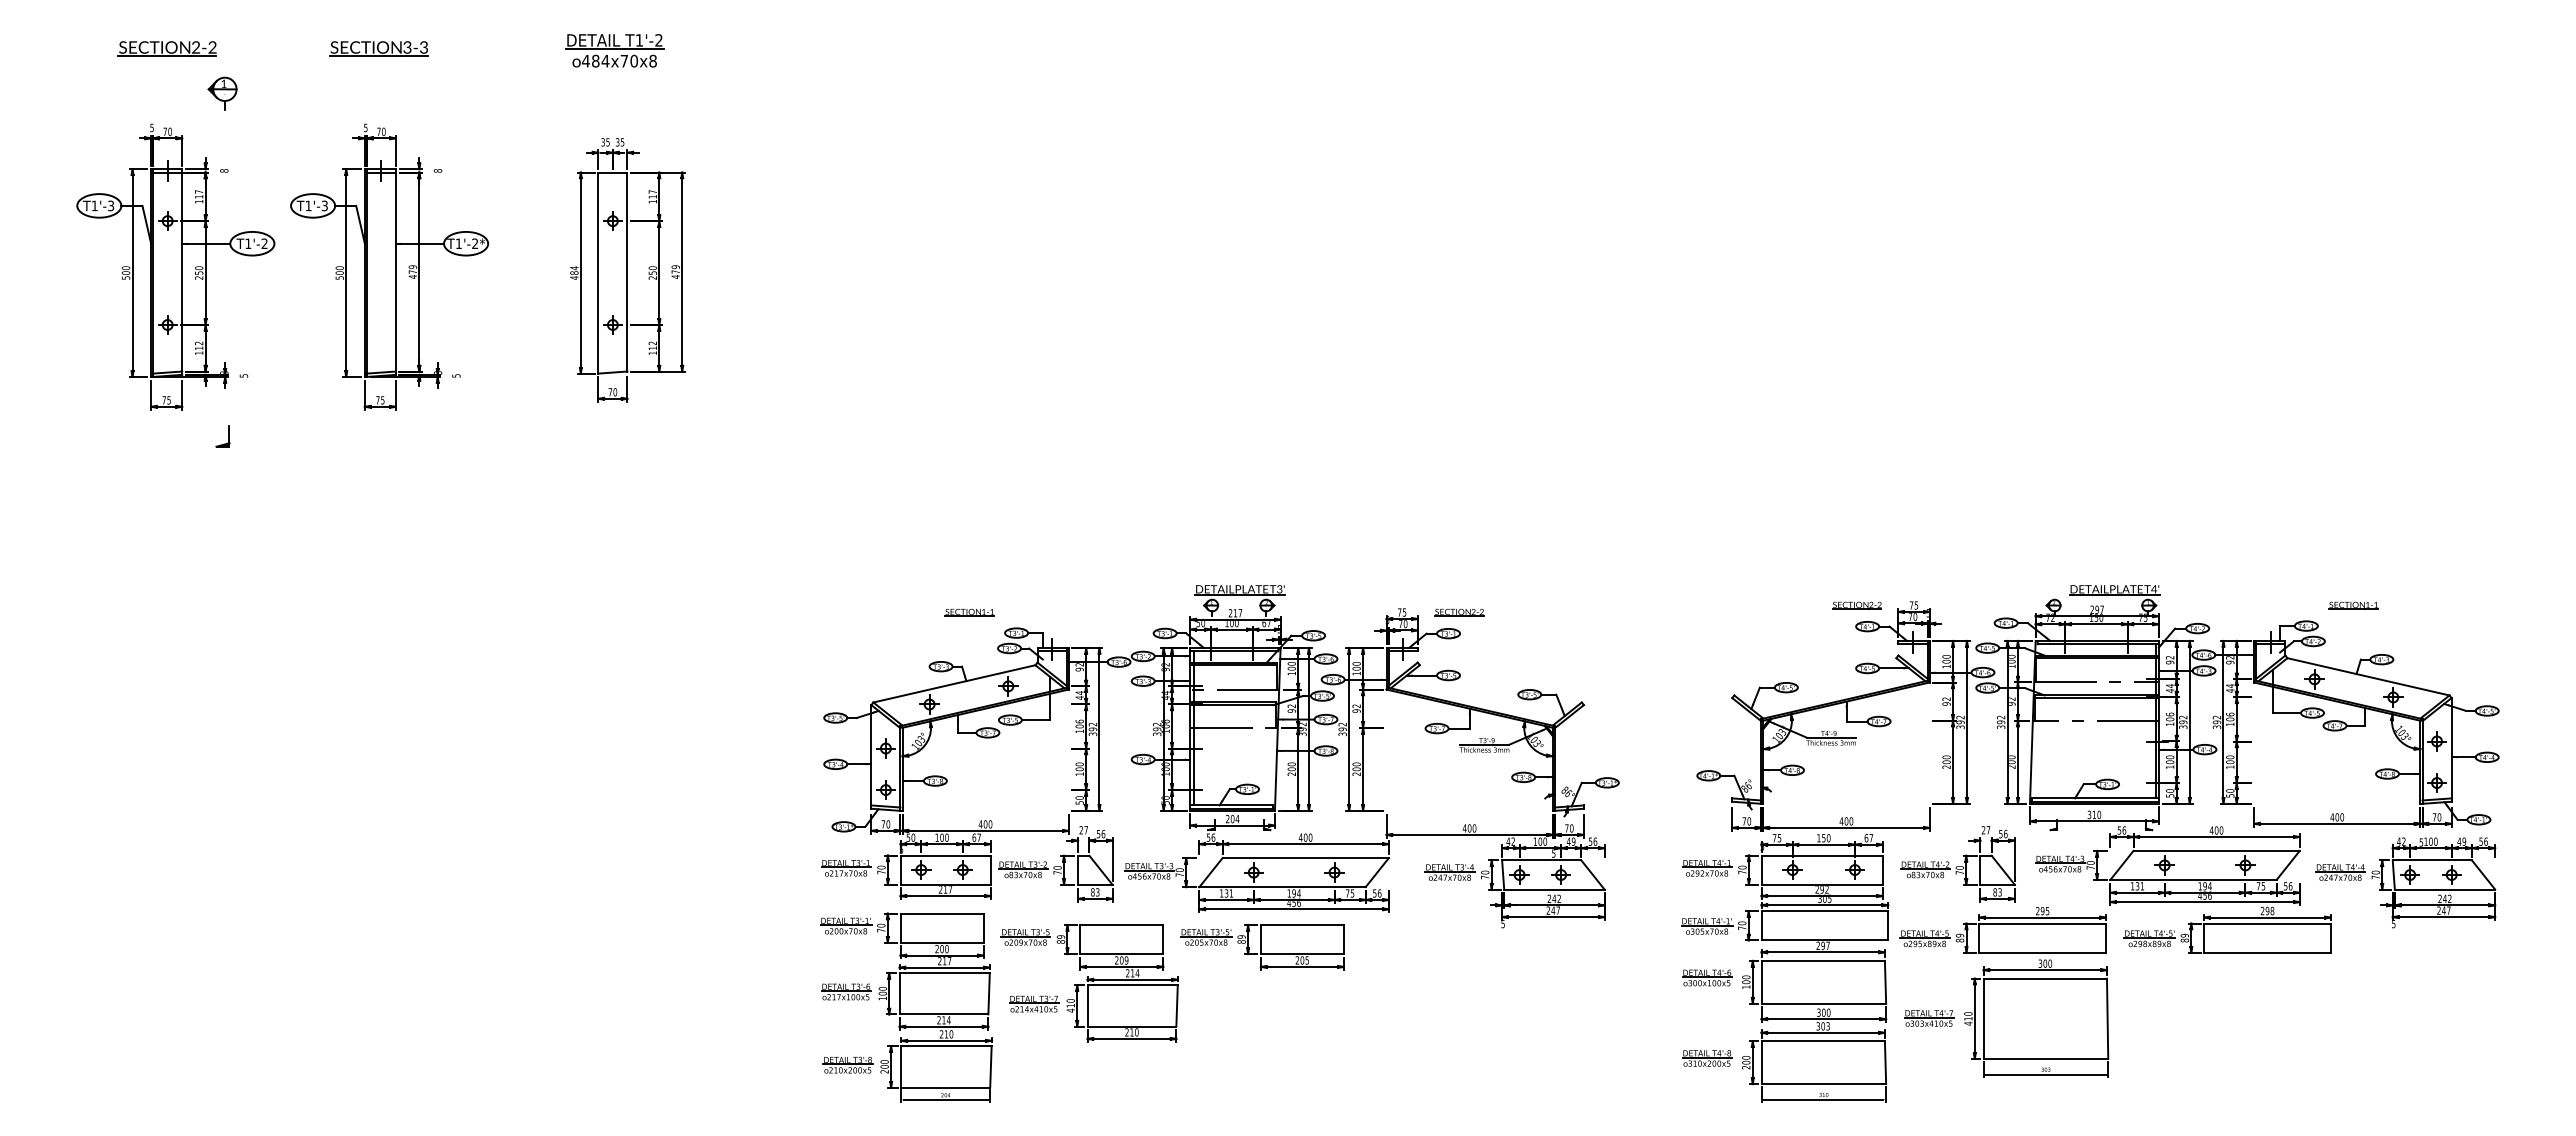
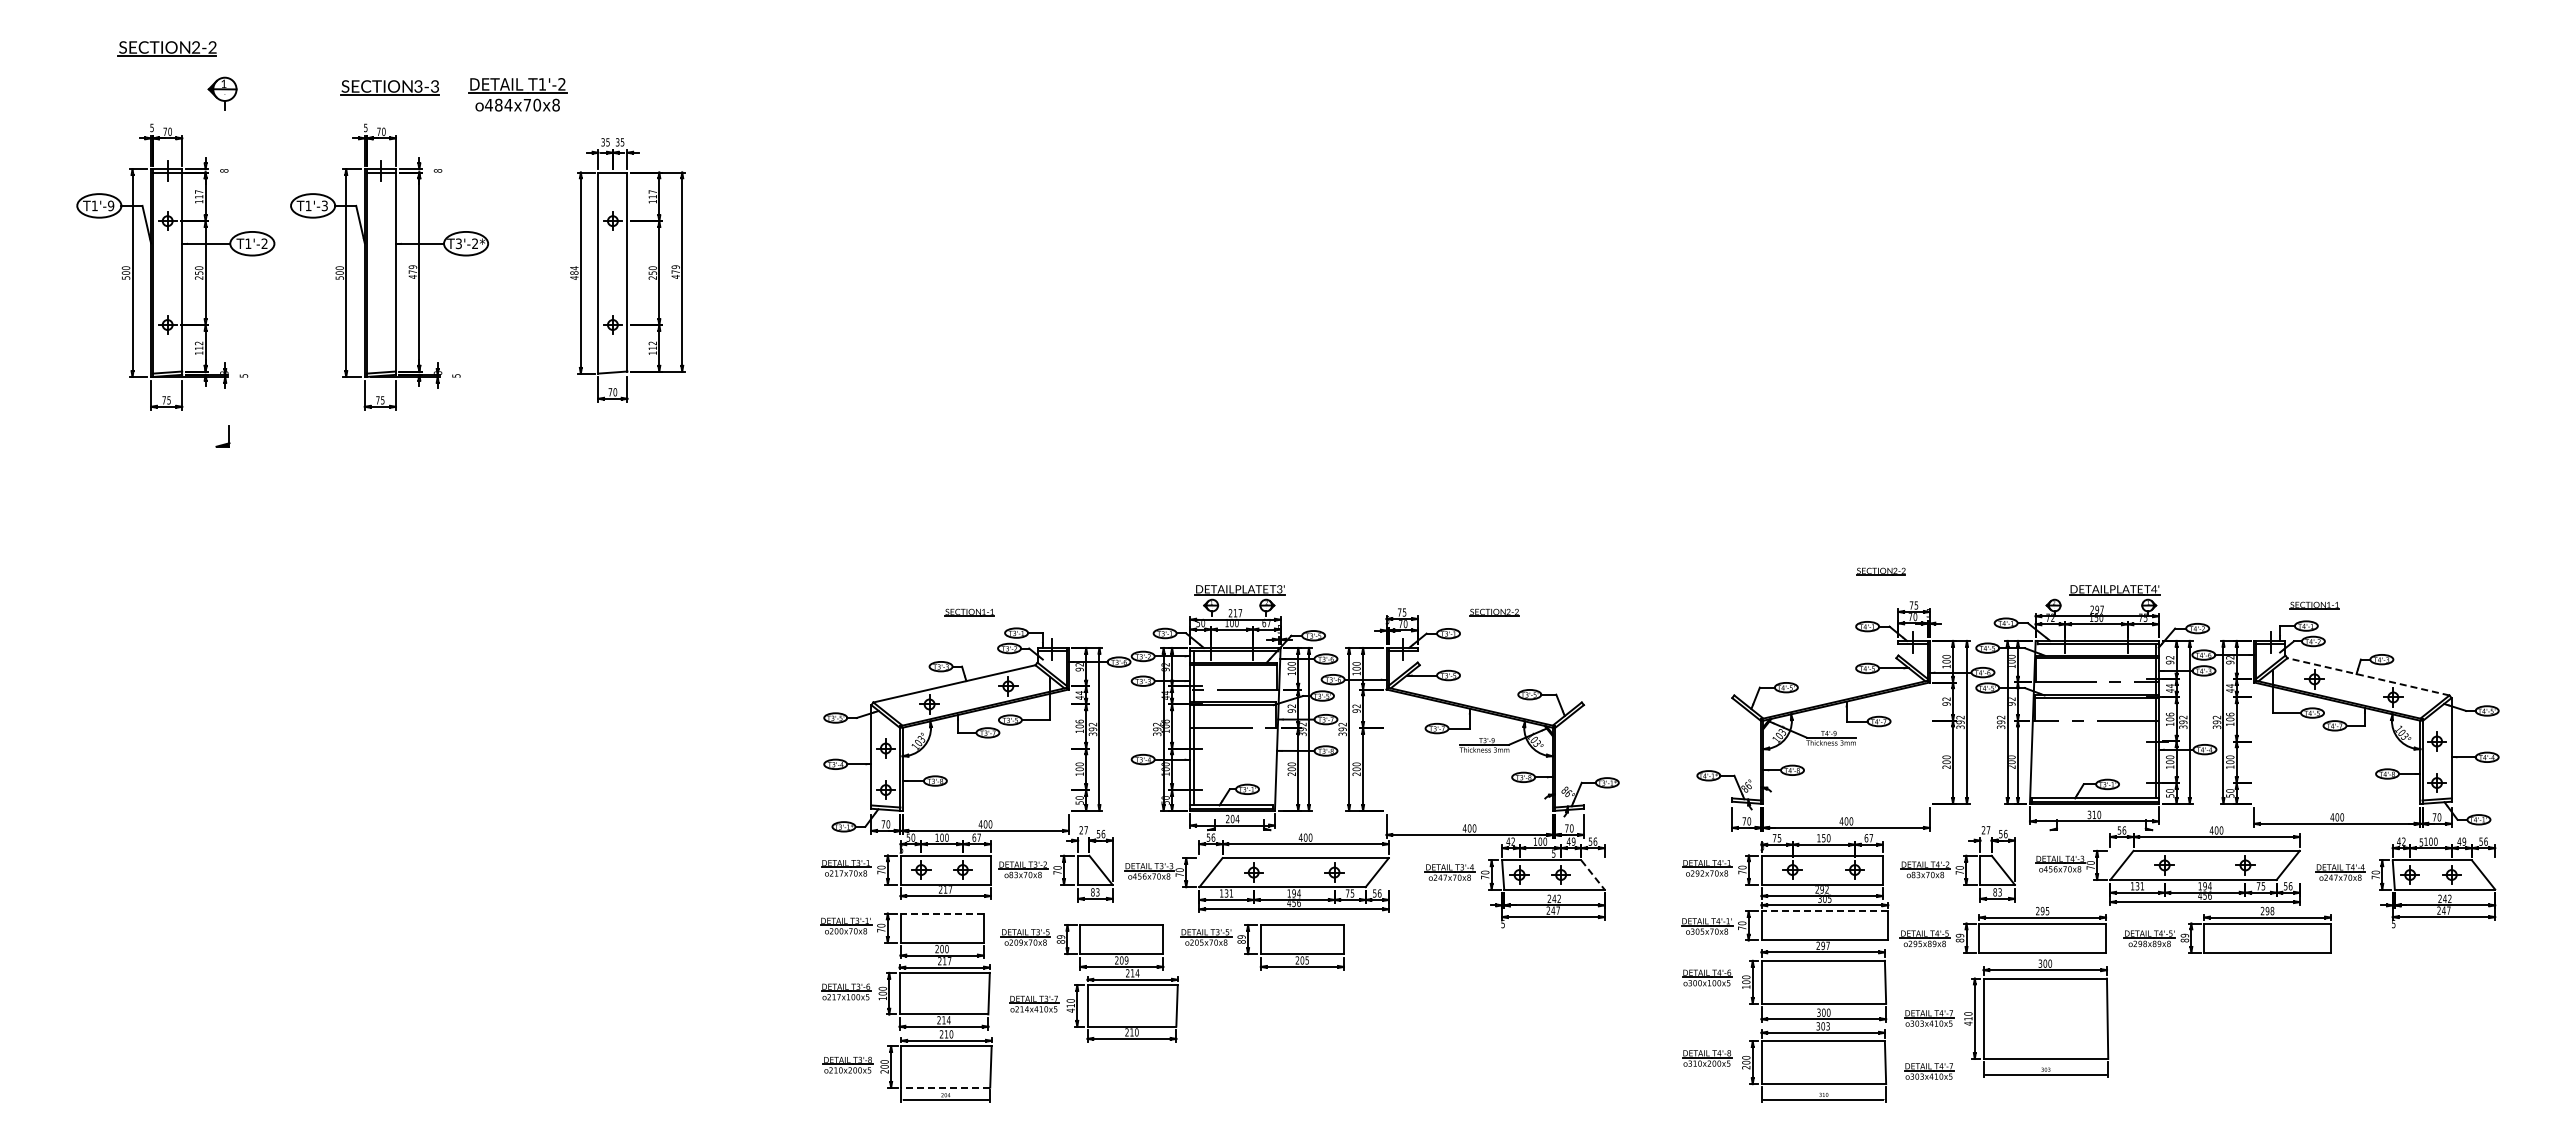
part at (378, 48) position: (378, 48) -> (389, 87)
part at (614, 50) position: (614, 50) -> (517, 94)
text at (111, 205): T1'-3 -> T1'-9
text at (458, 243): T1'-2* -> T3'-2*
part at (1856, 605) position: (1856, 605) -> (1880, 571)
part at (2353, 605) position: (2353, 605) -> (2314, 605)
part at (1459, 612) position: (1459, 612) -> (1494, 612)
line at (2368, 676): solid -> dashed
line at (1592, 875): solid -> dashed
line at (1824, 911): solid -> dashed
line at (942, 913): solid -> dashed
part at (1929, 1071): none -> present
line at (945, 1087): solid -> dashed
